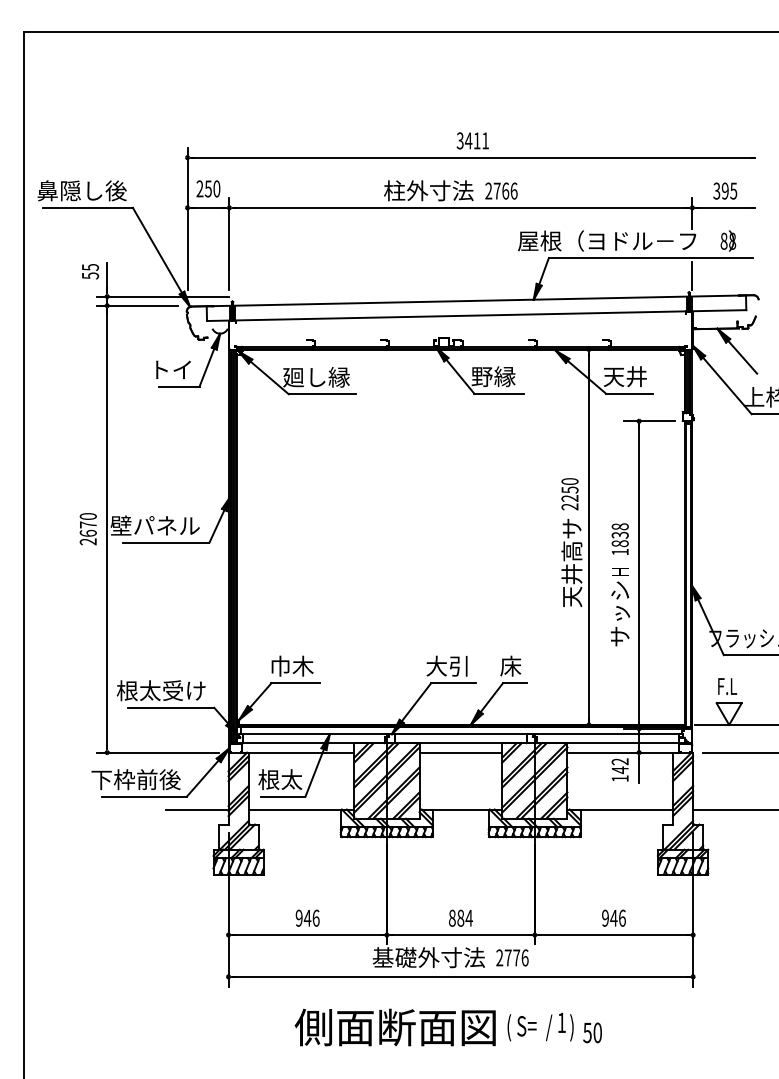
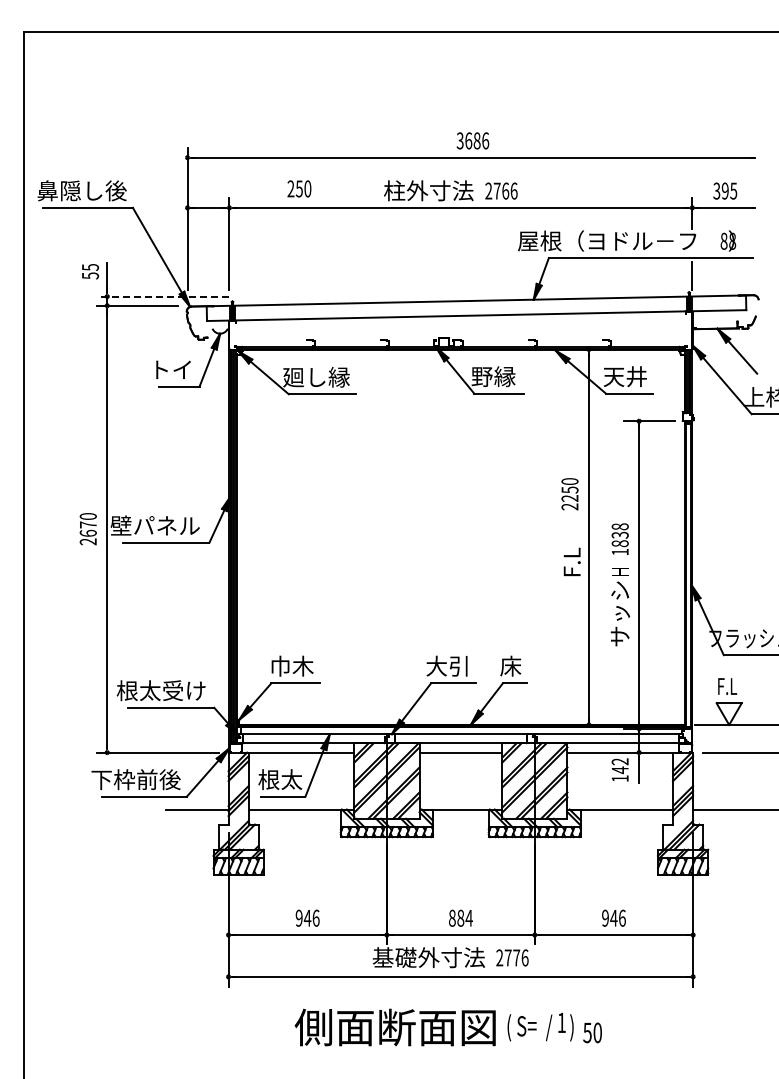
text at (476, 140): 3411 -> 3686
text at (208, 188) position: (208, 188) -> (299, 188)
line at (163, 296): solid -> dashed
text at (571, 562): 天井高サ -> F.L
